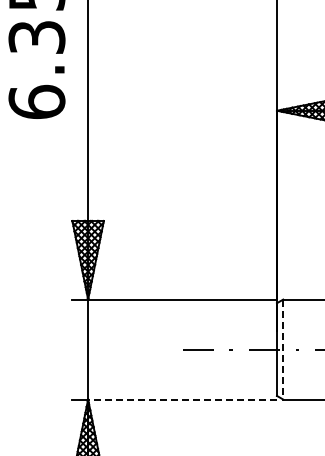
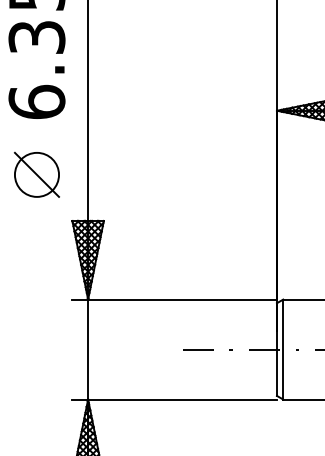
part at (36, 174): none -> present
line at (283, 349): dashed -> solid
line at (182, 399): dashed -> solid
